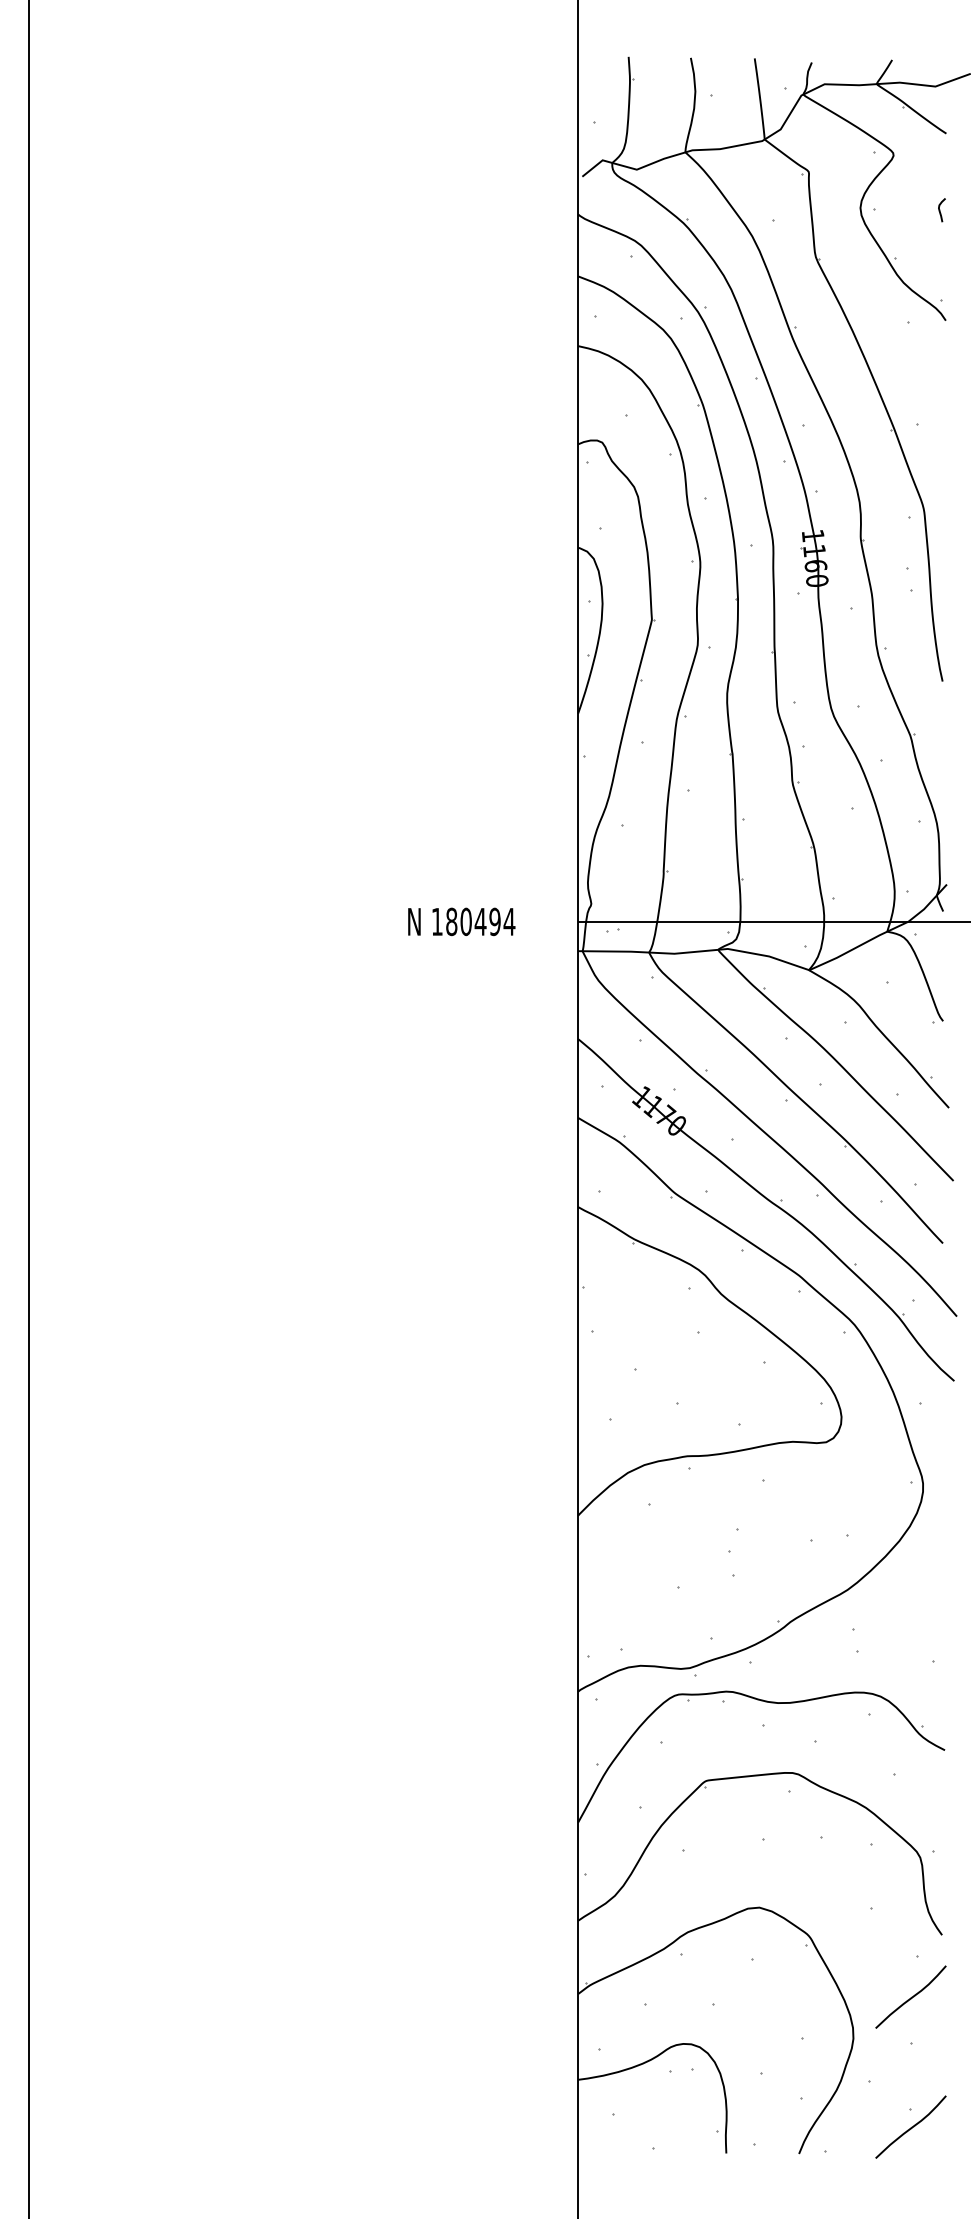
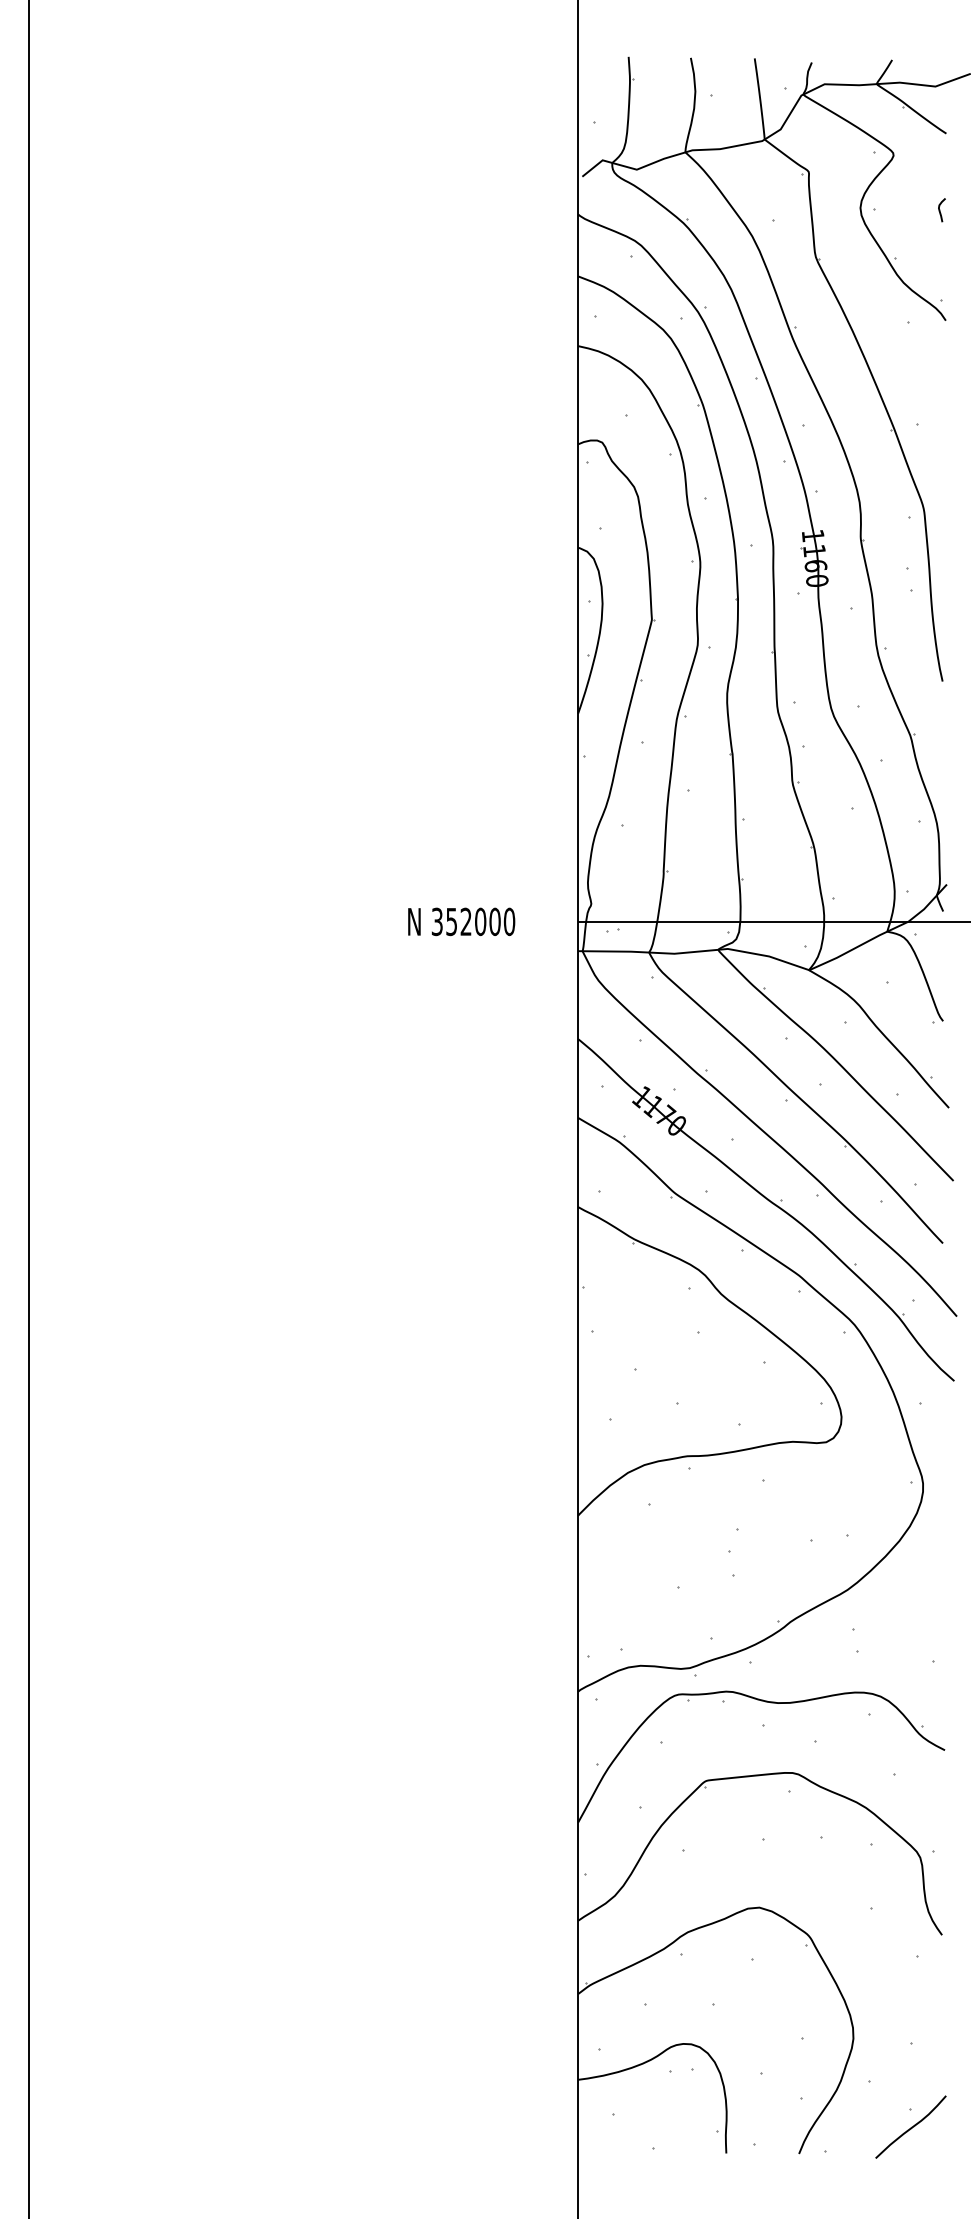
text at (473, 921): 180494 -> 352000
curve at (911, 1996): present -> none
